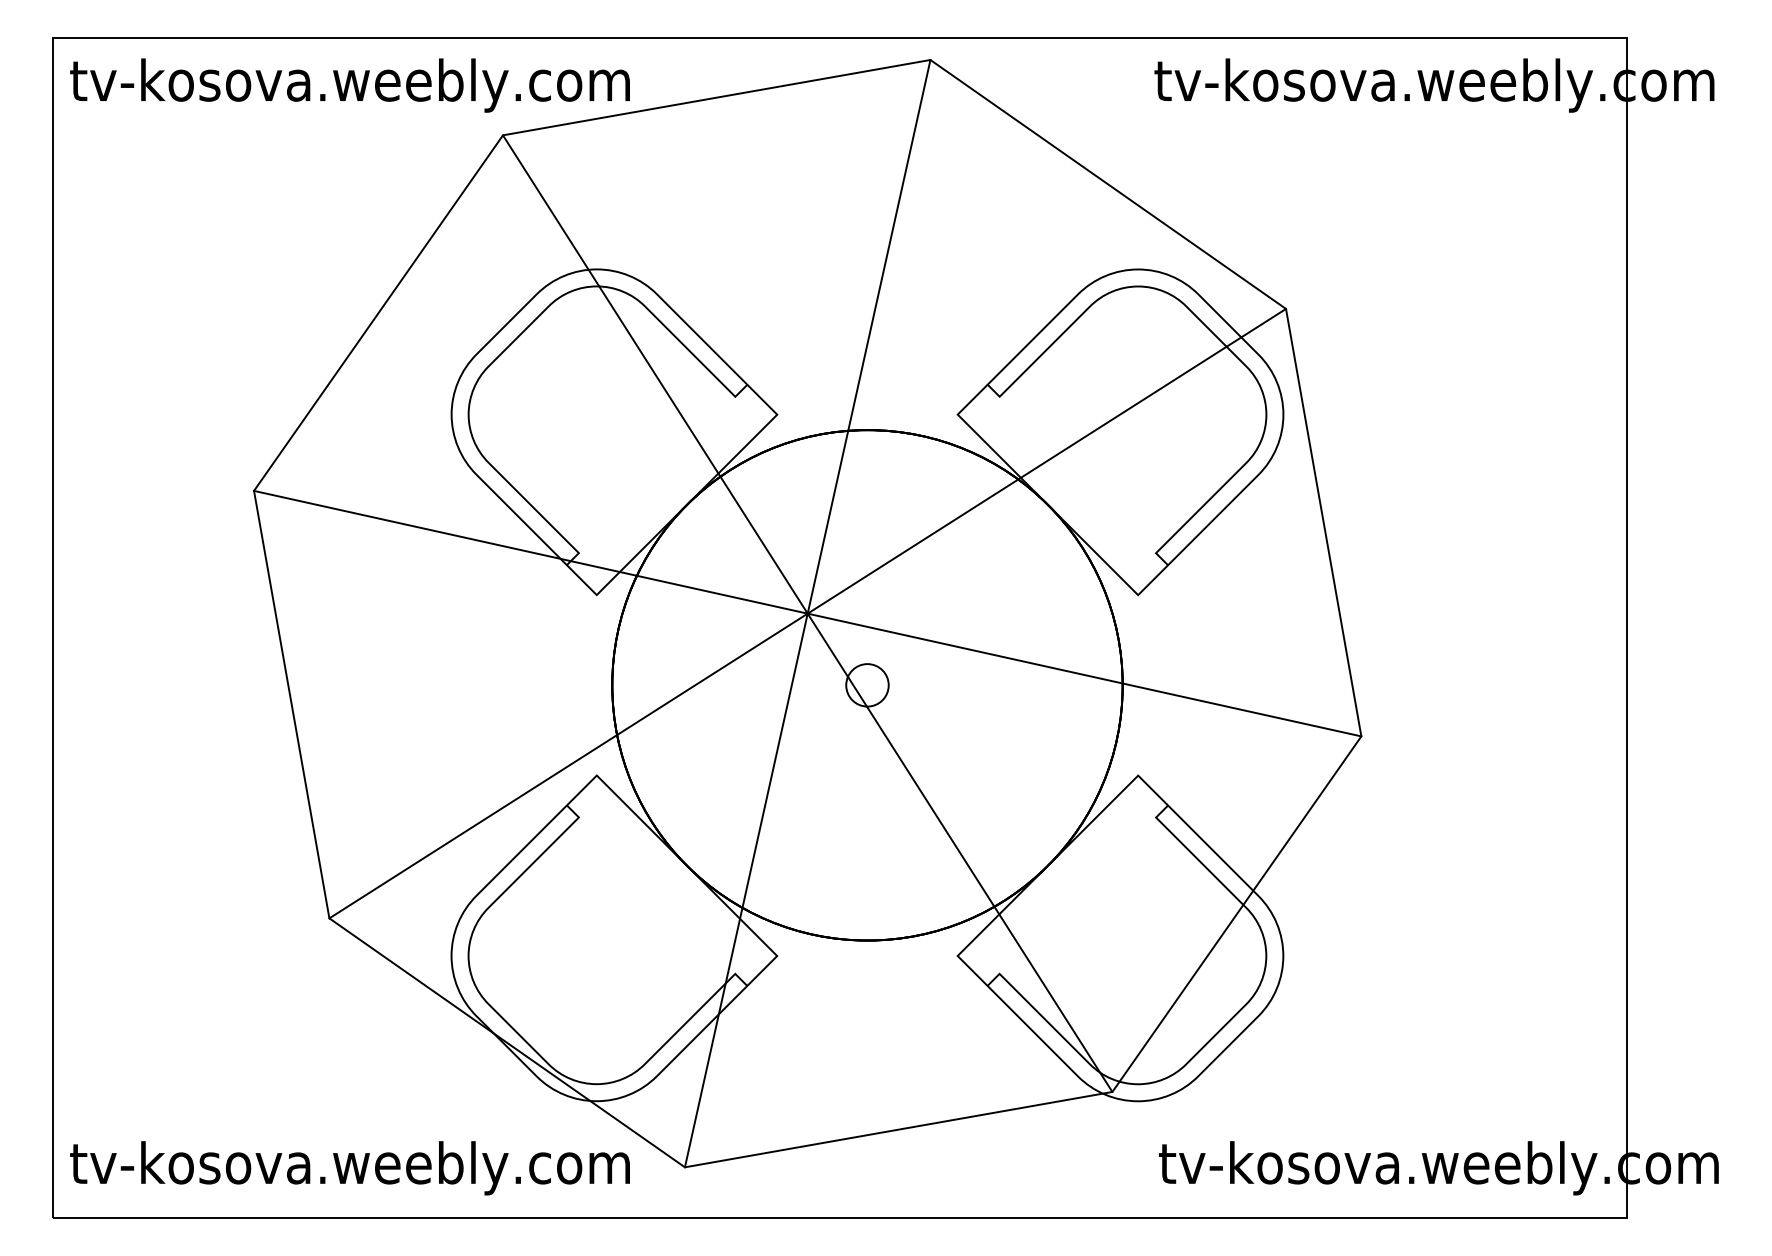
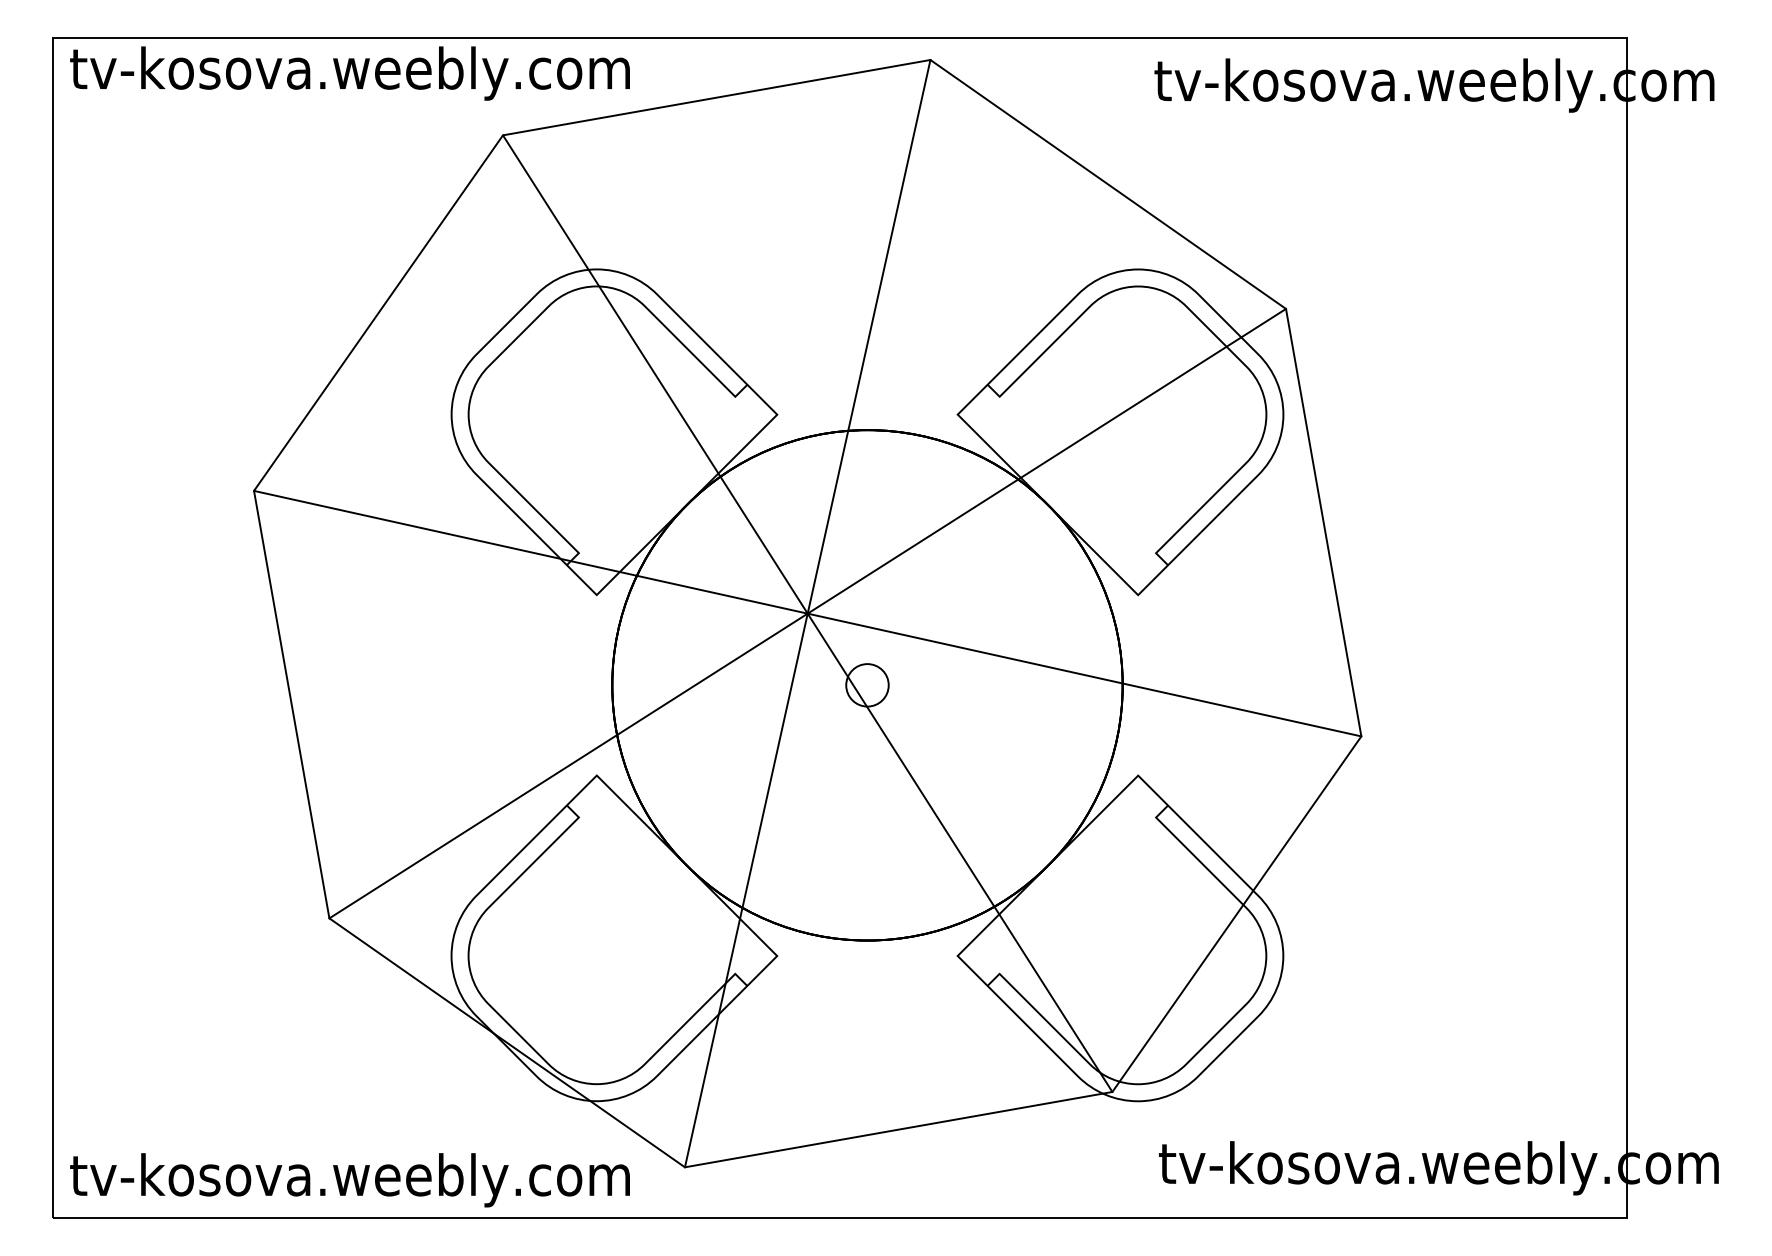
text at (349, 85) position: (349, 85) -> (349, 73)
text at (349, 1168) position: (349, 1168) -> (349, 1180)
